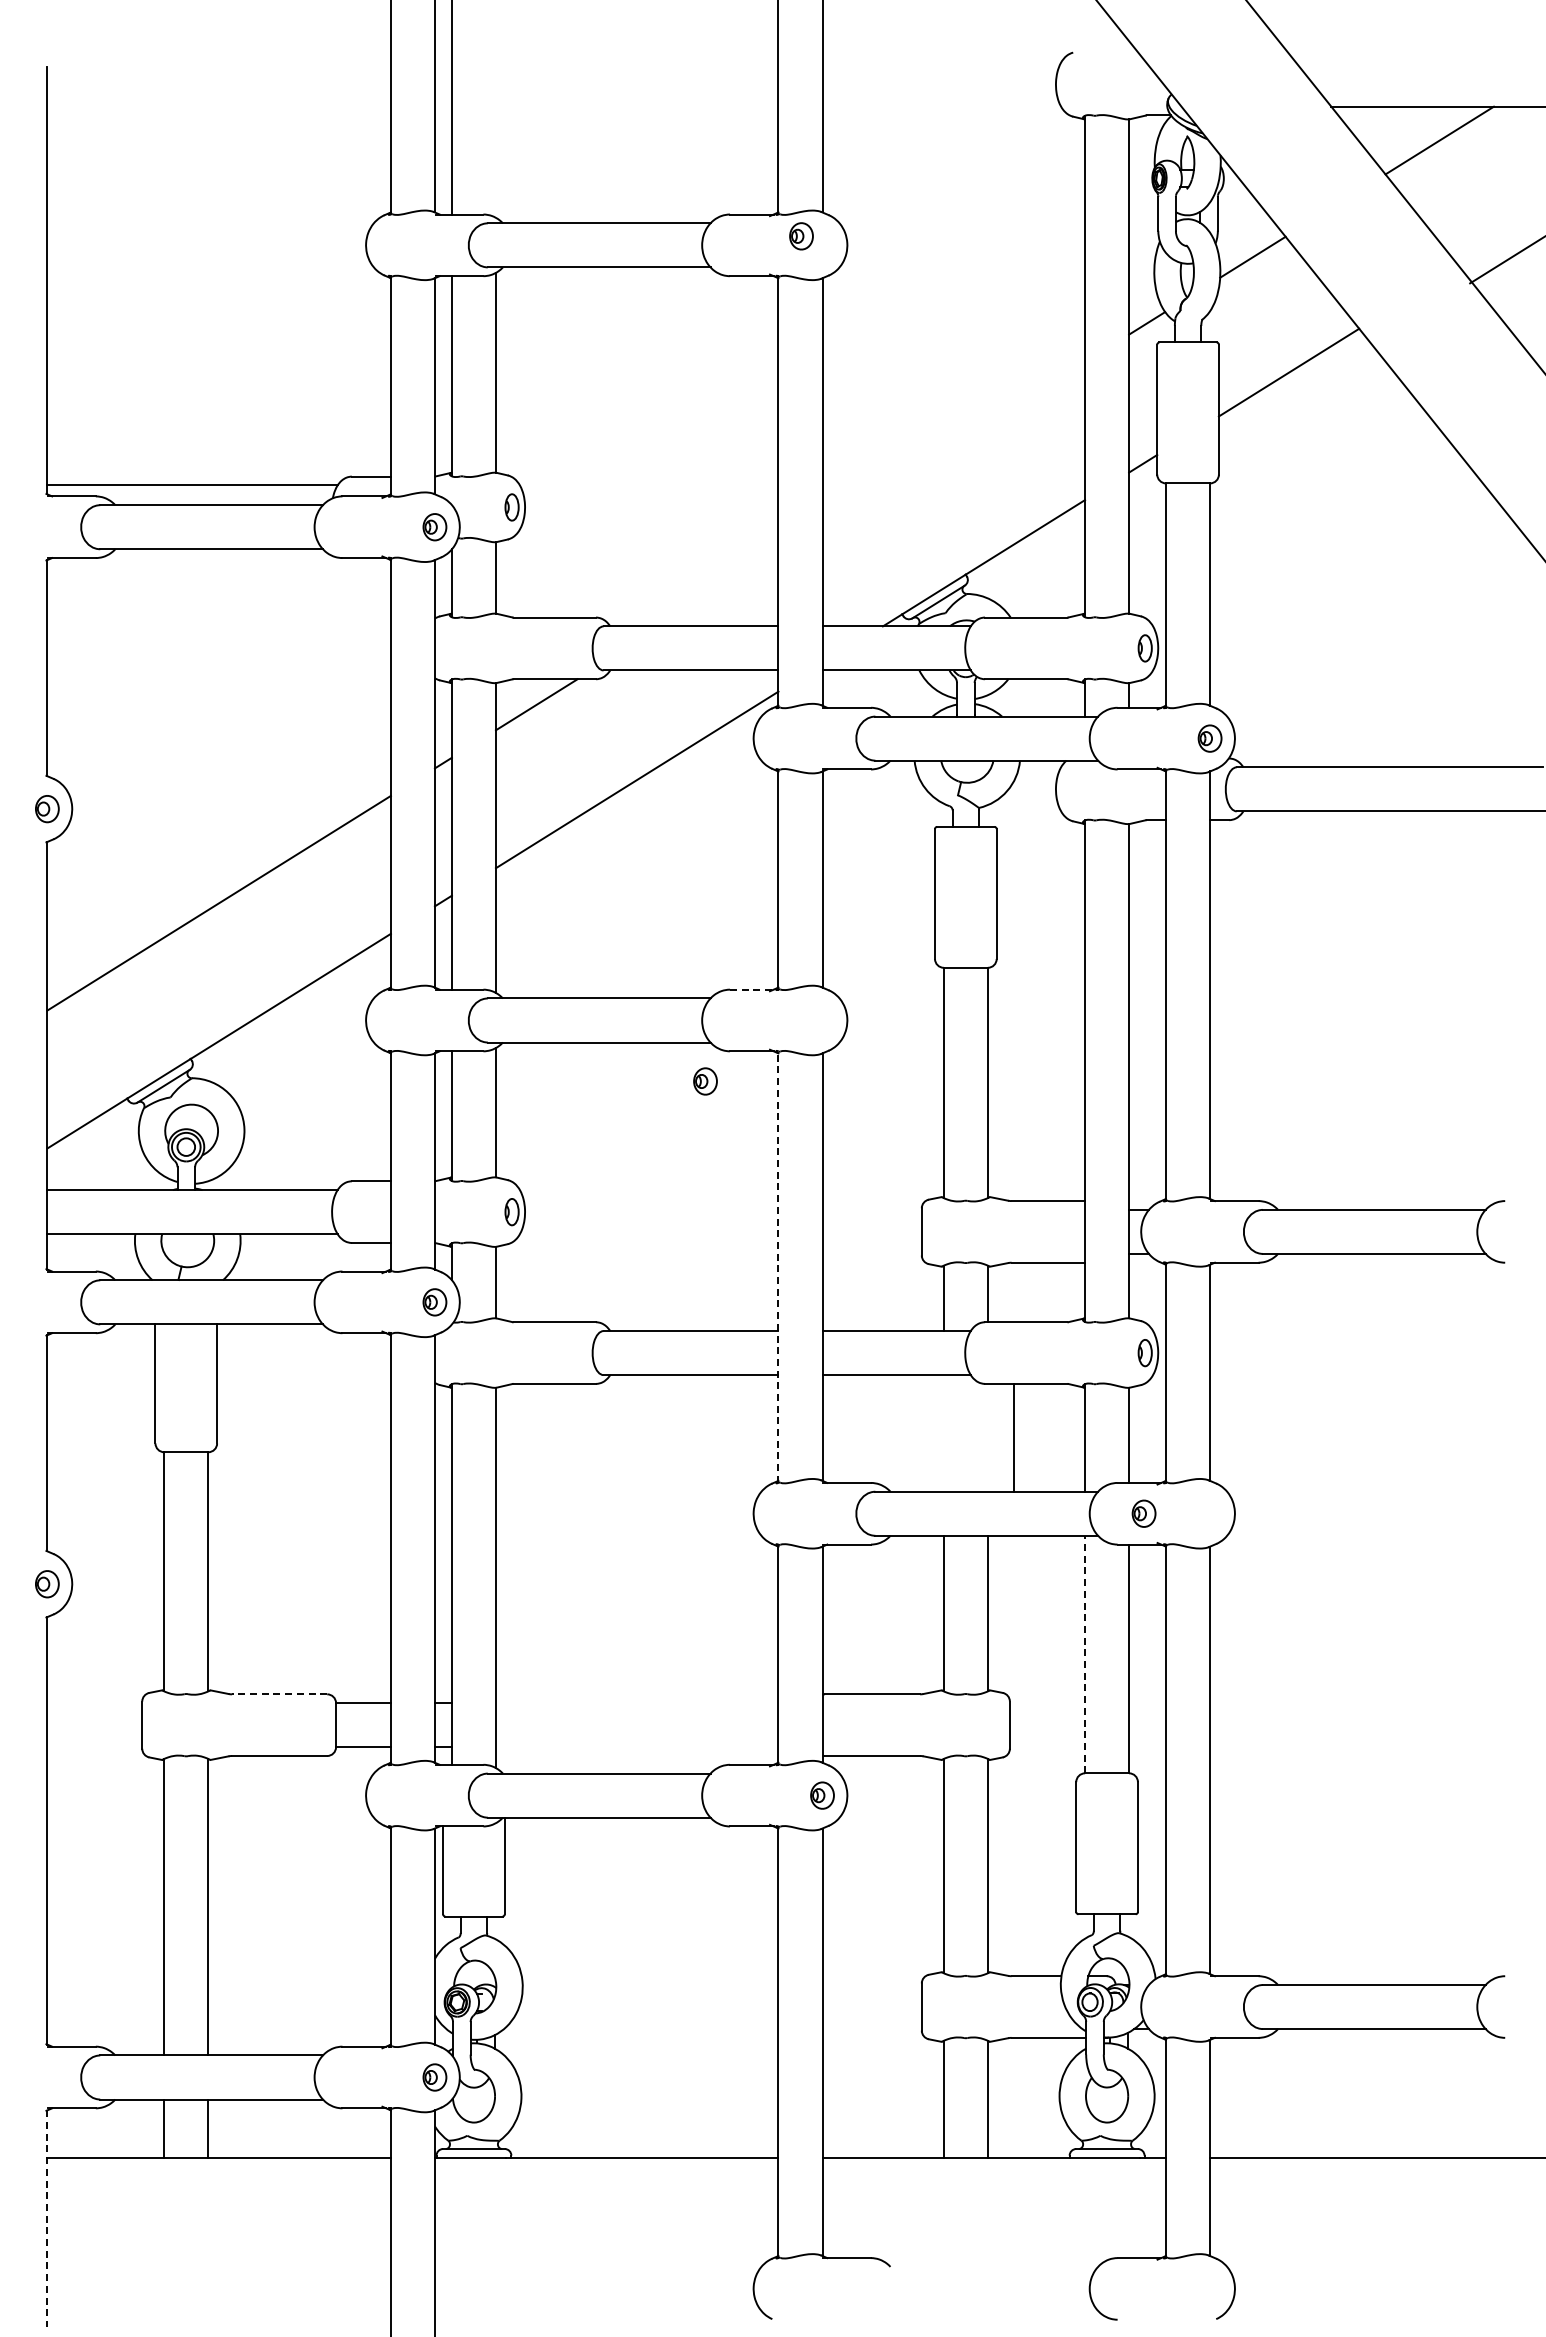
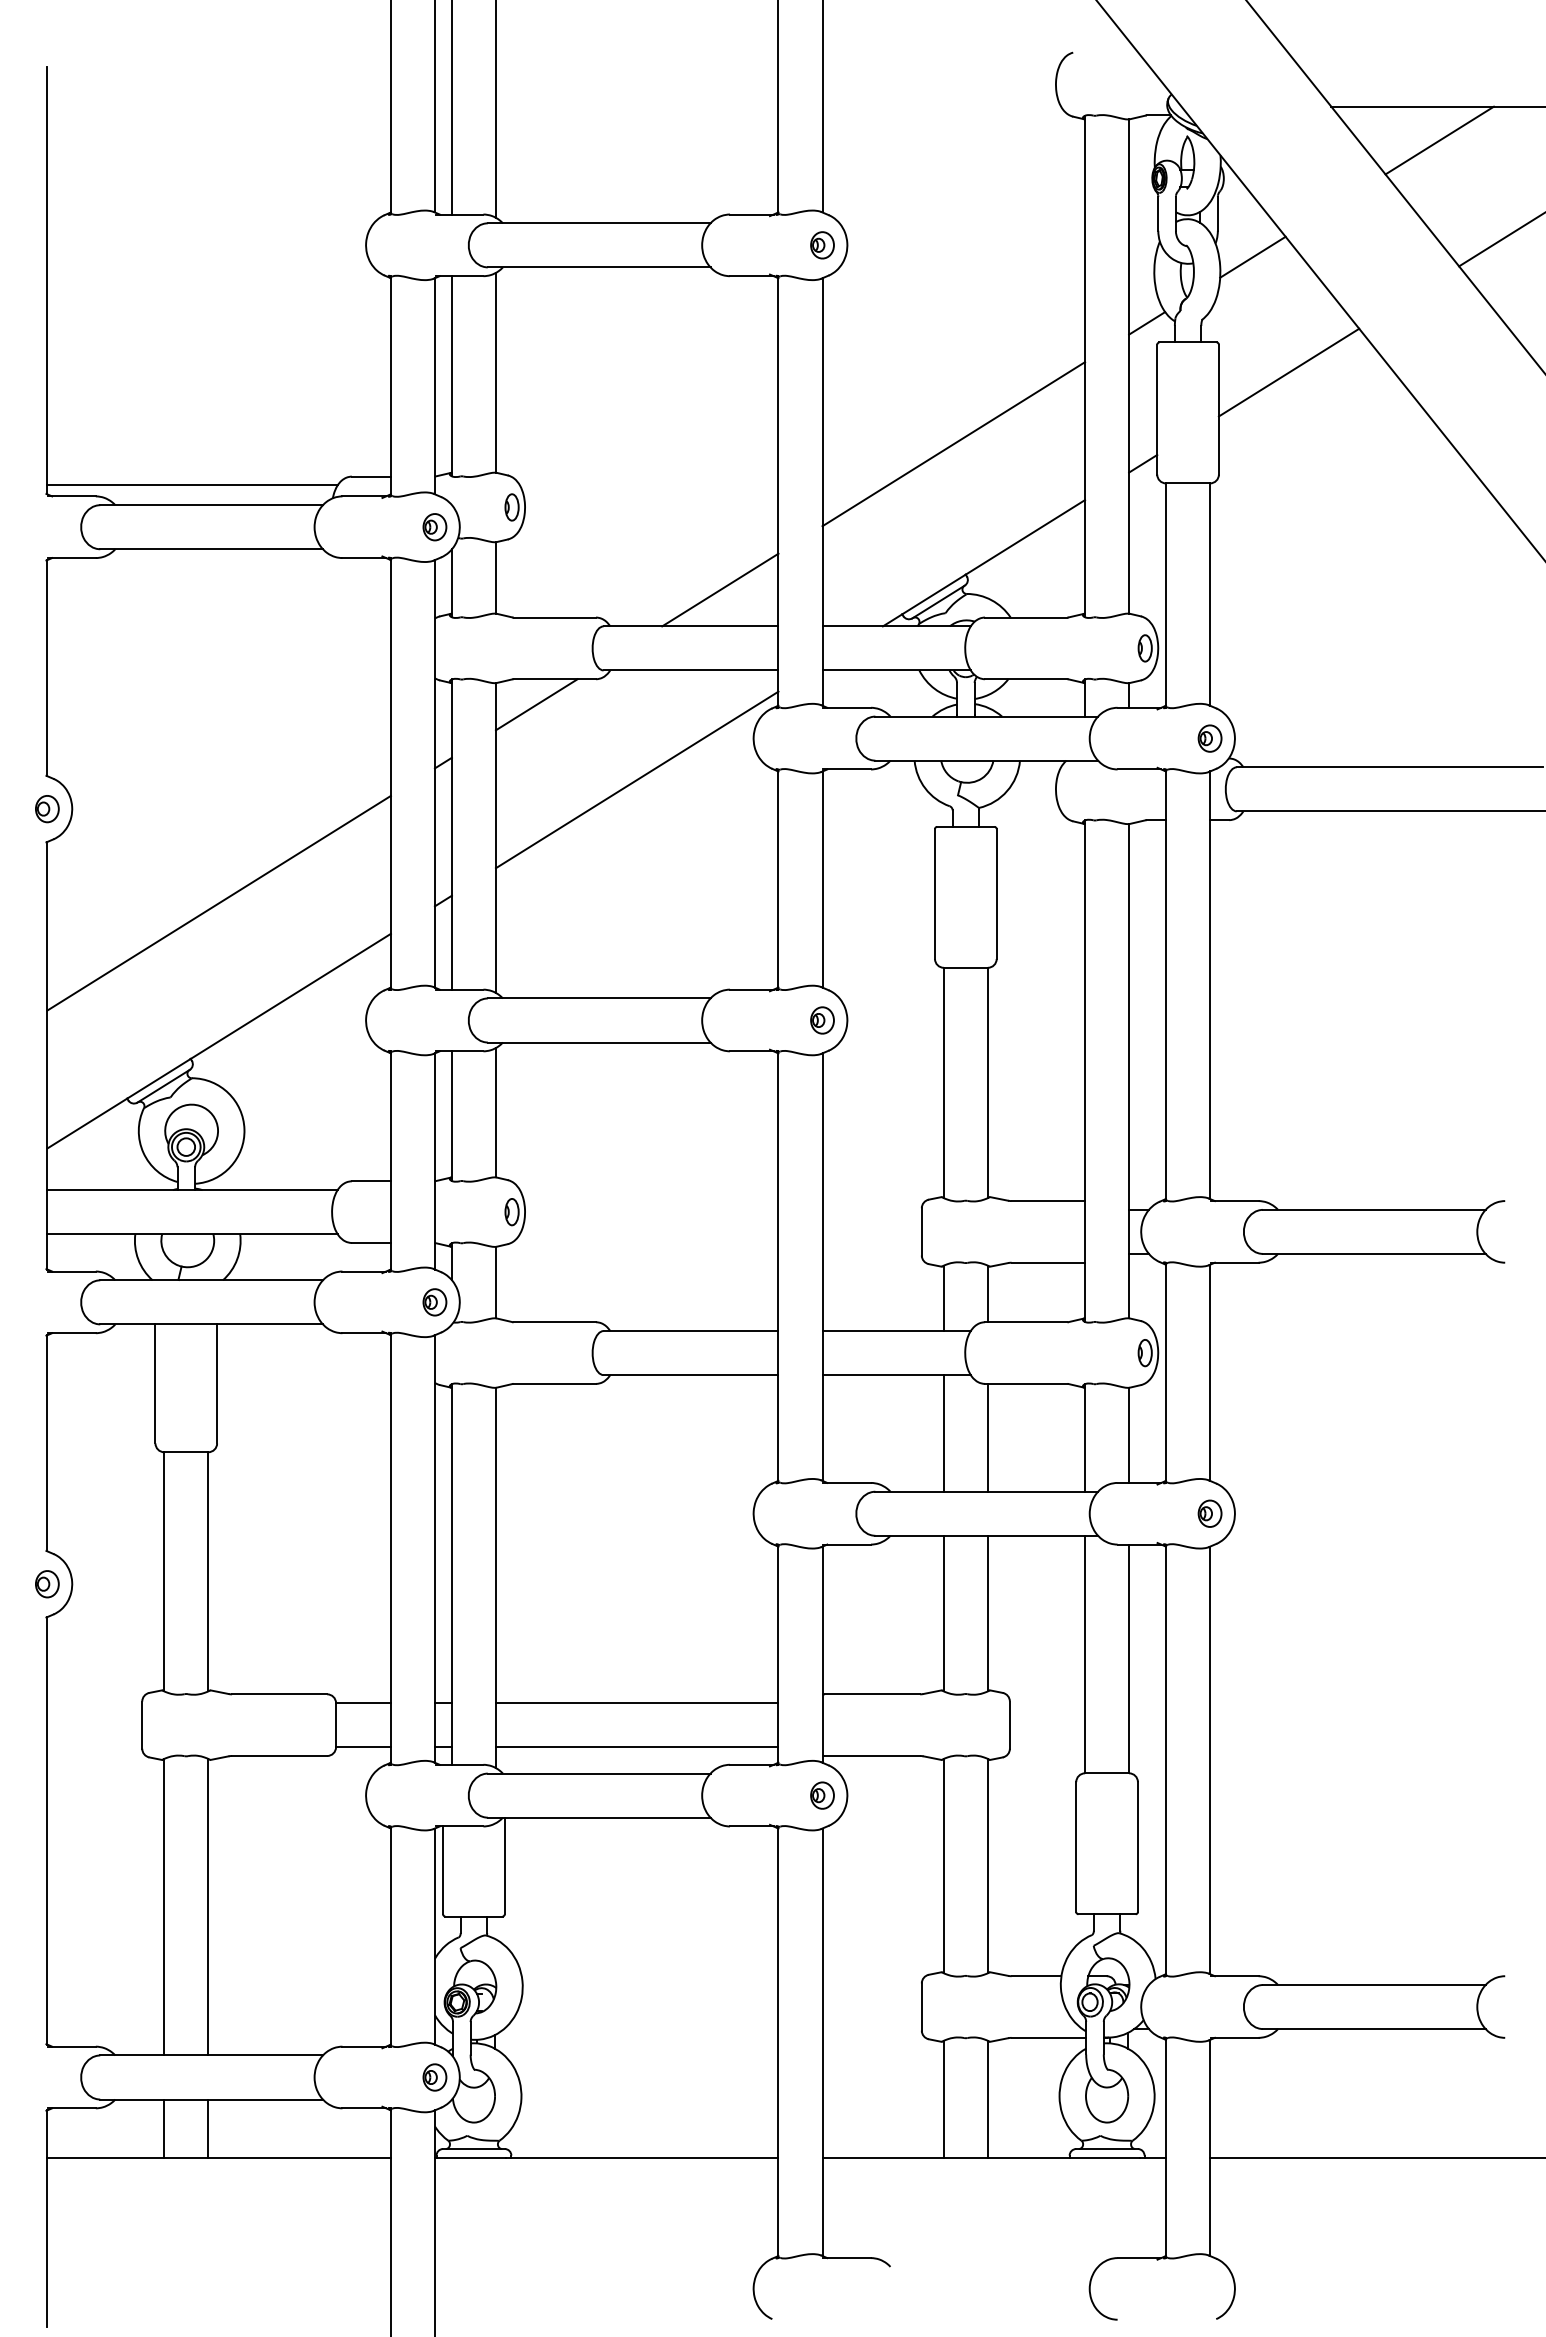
line at (495, 109): none -> present
part at (801, 236) position: (801, 236) -> (822, 245)
line at (1506, 260) position: (1506, 260) -> (1500, 240)
line at (953, 444): none -> present
line at (720, 589): none -> present
line at (751, 989): dashed -> solid
part at (705, 1081) position: (705, 1081) -> (822, 1020)
line at (778, 1267): dashed -> solid
line at (943, 1433): none -> present
line at (1013, 1437) position: (1013, 1437) -> (987, 1437)
part at (1143, 1513) position: (1143, 1513) -> (1209, 1513)
line at (1085, 1654): dashed -> solid
line at (279, 1694): dashed -> solid
line at (636, 1703): none -> present
line at (636, 1747): none -> present
line at (47, 2218): dashed -> solid
